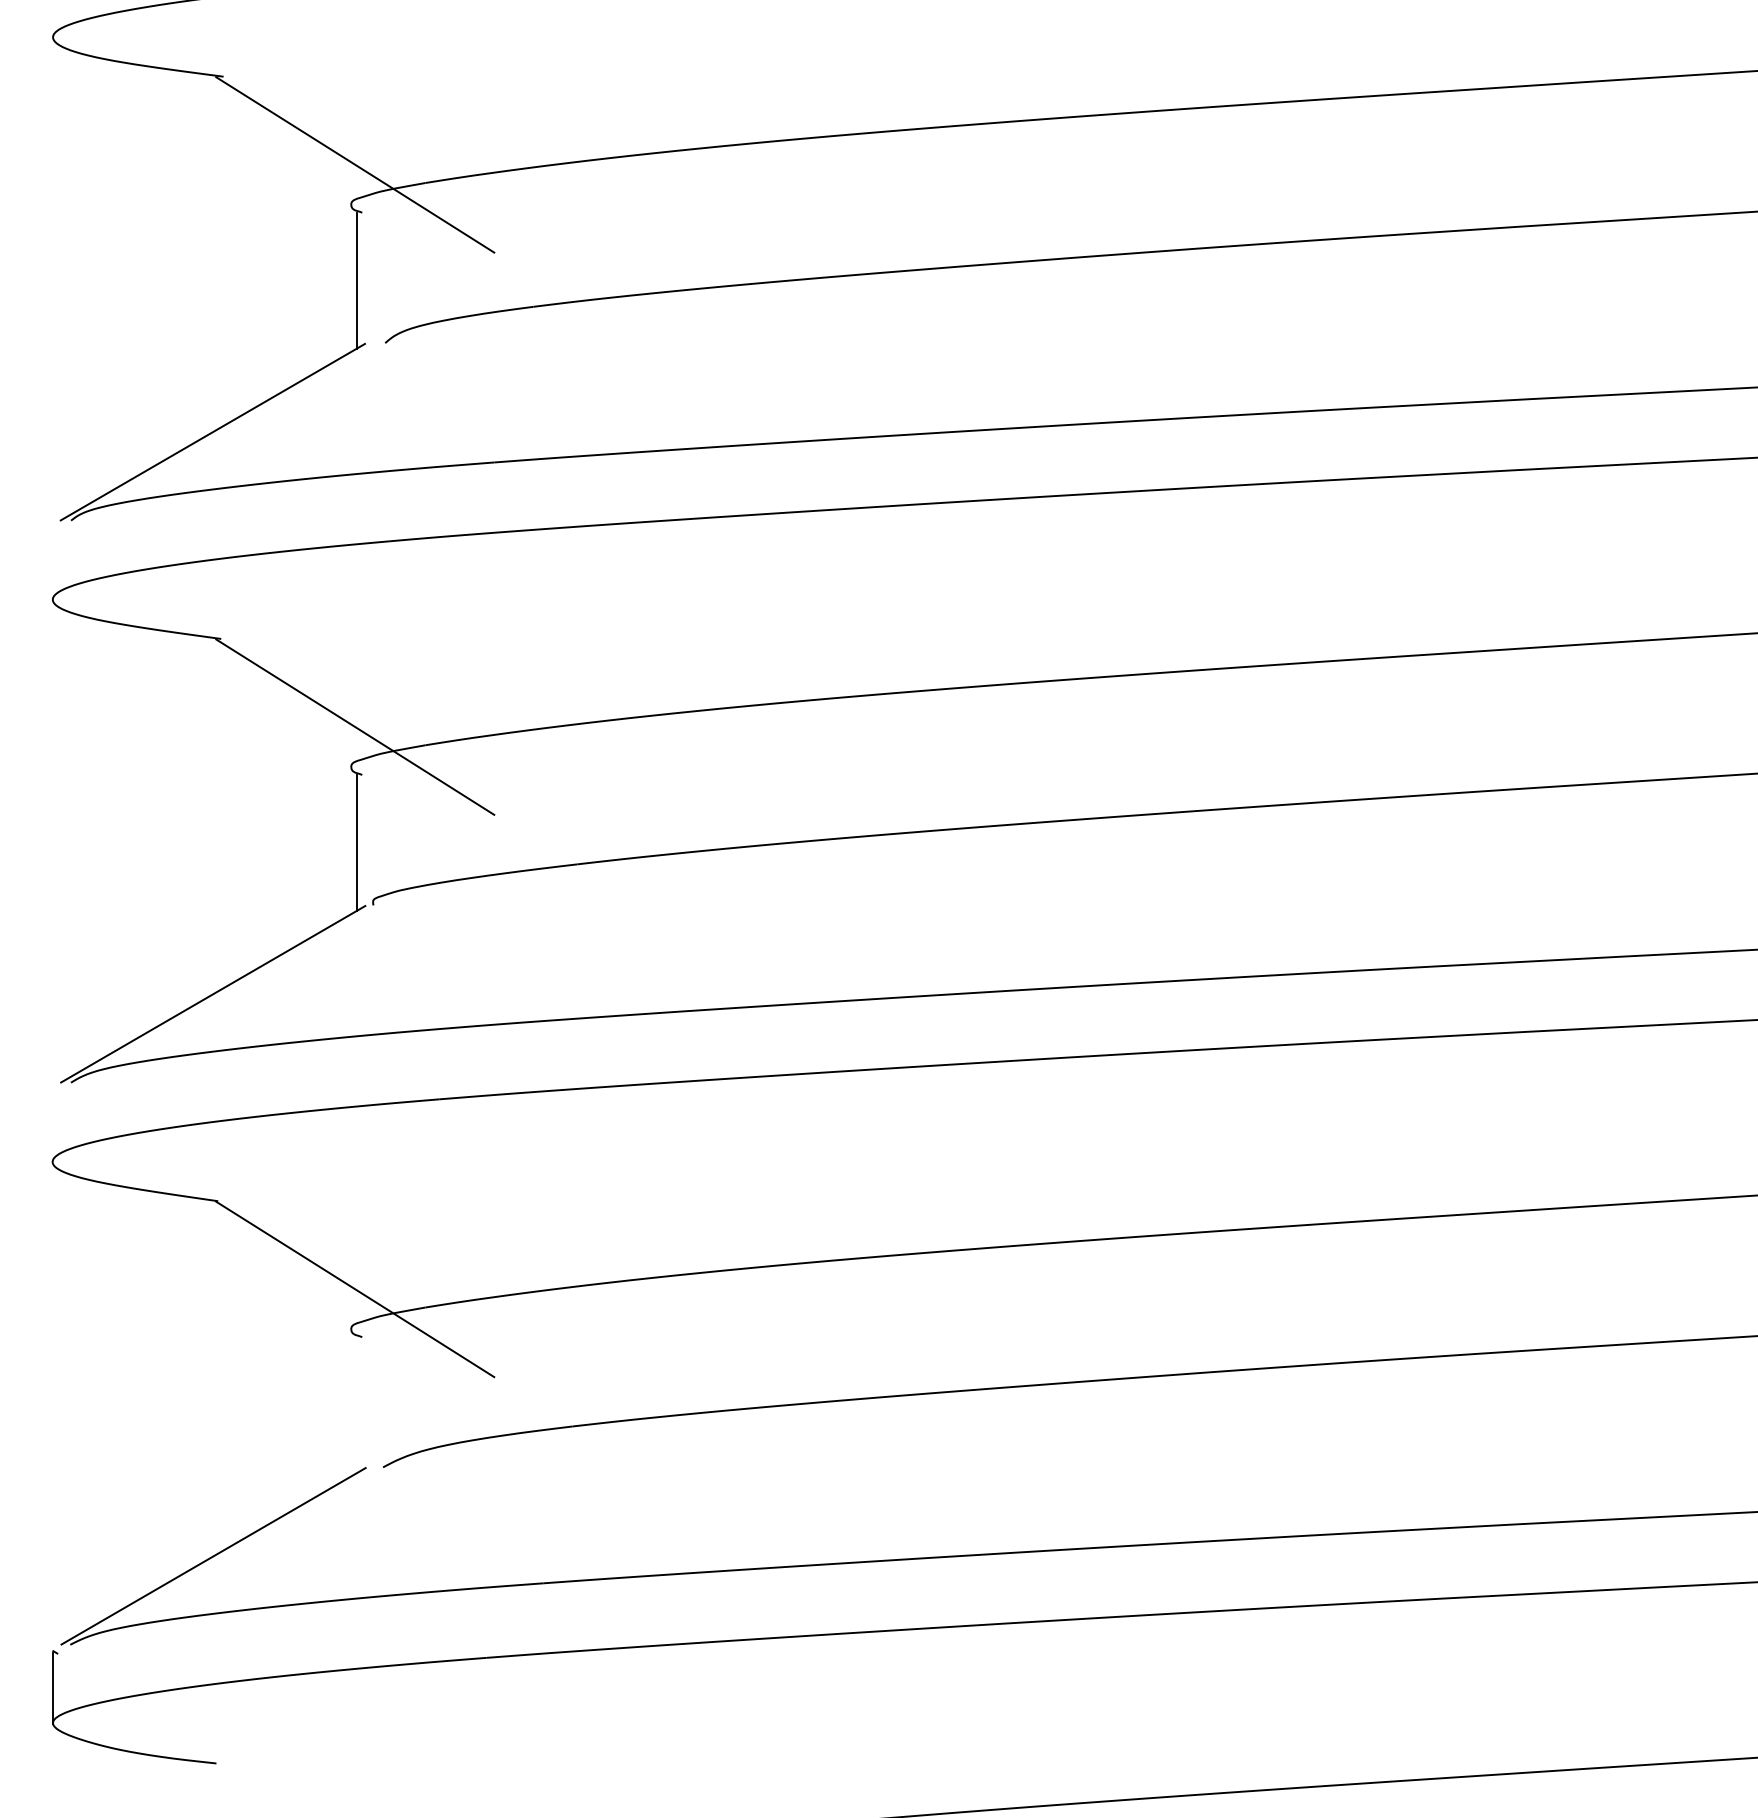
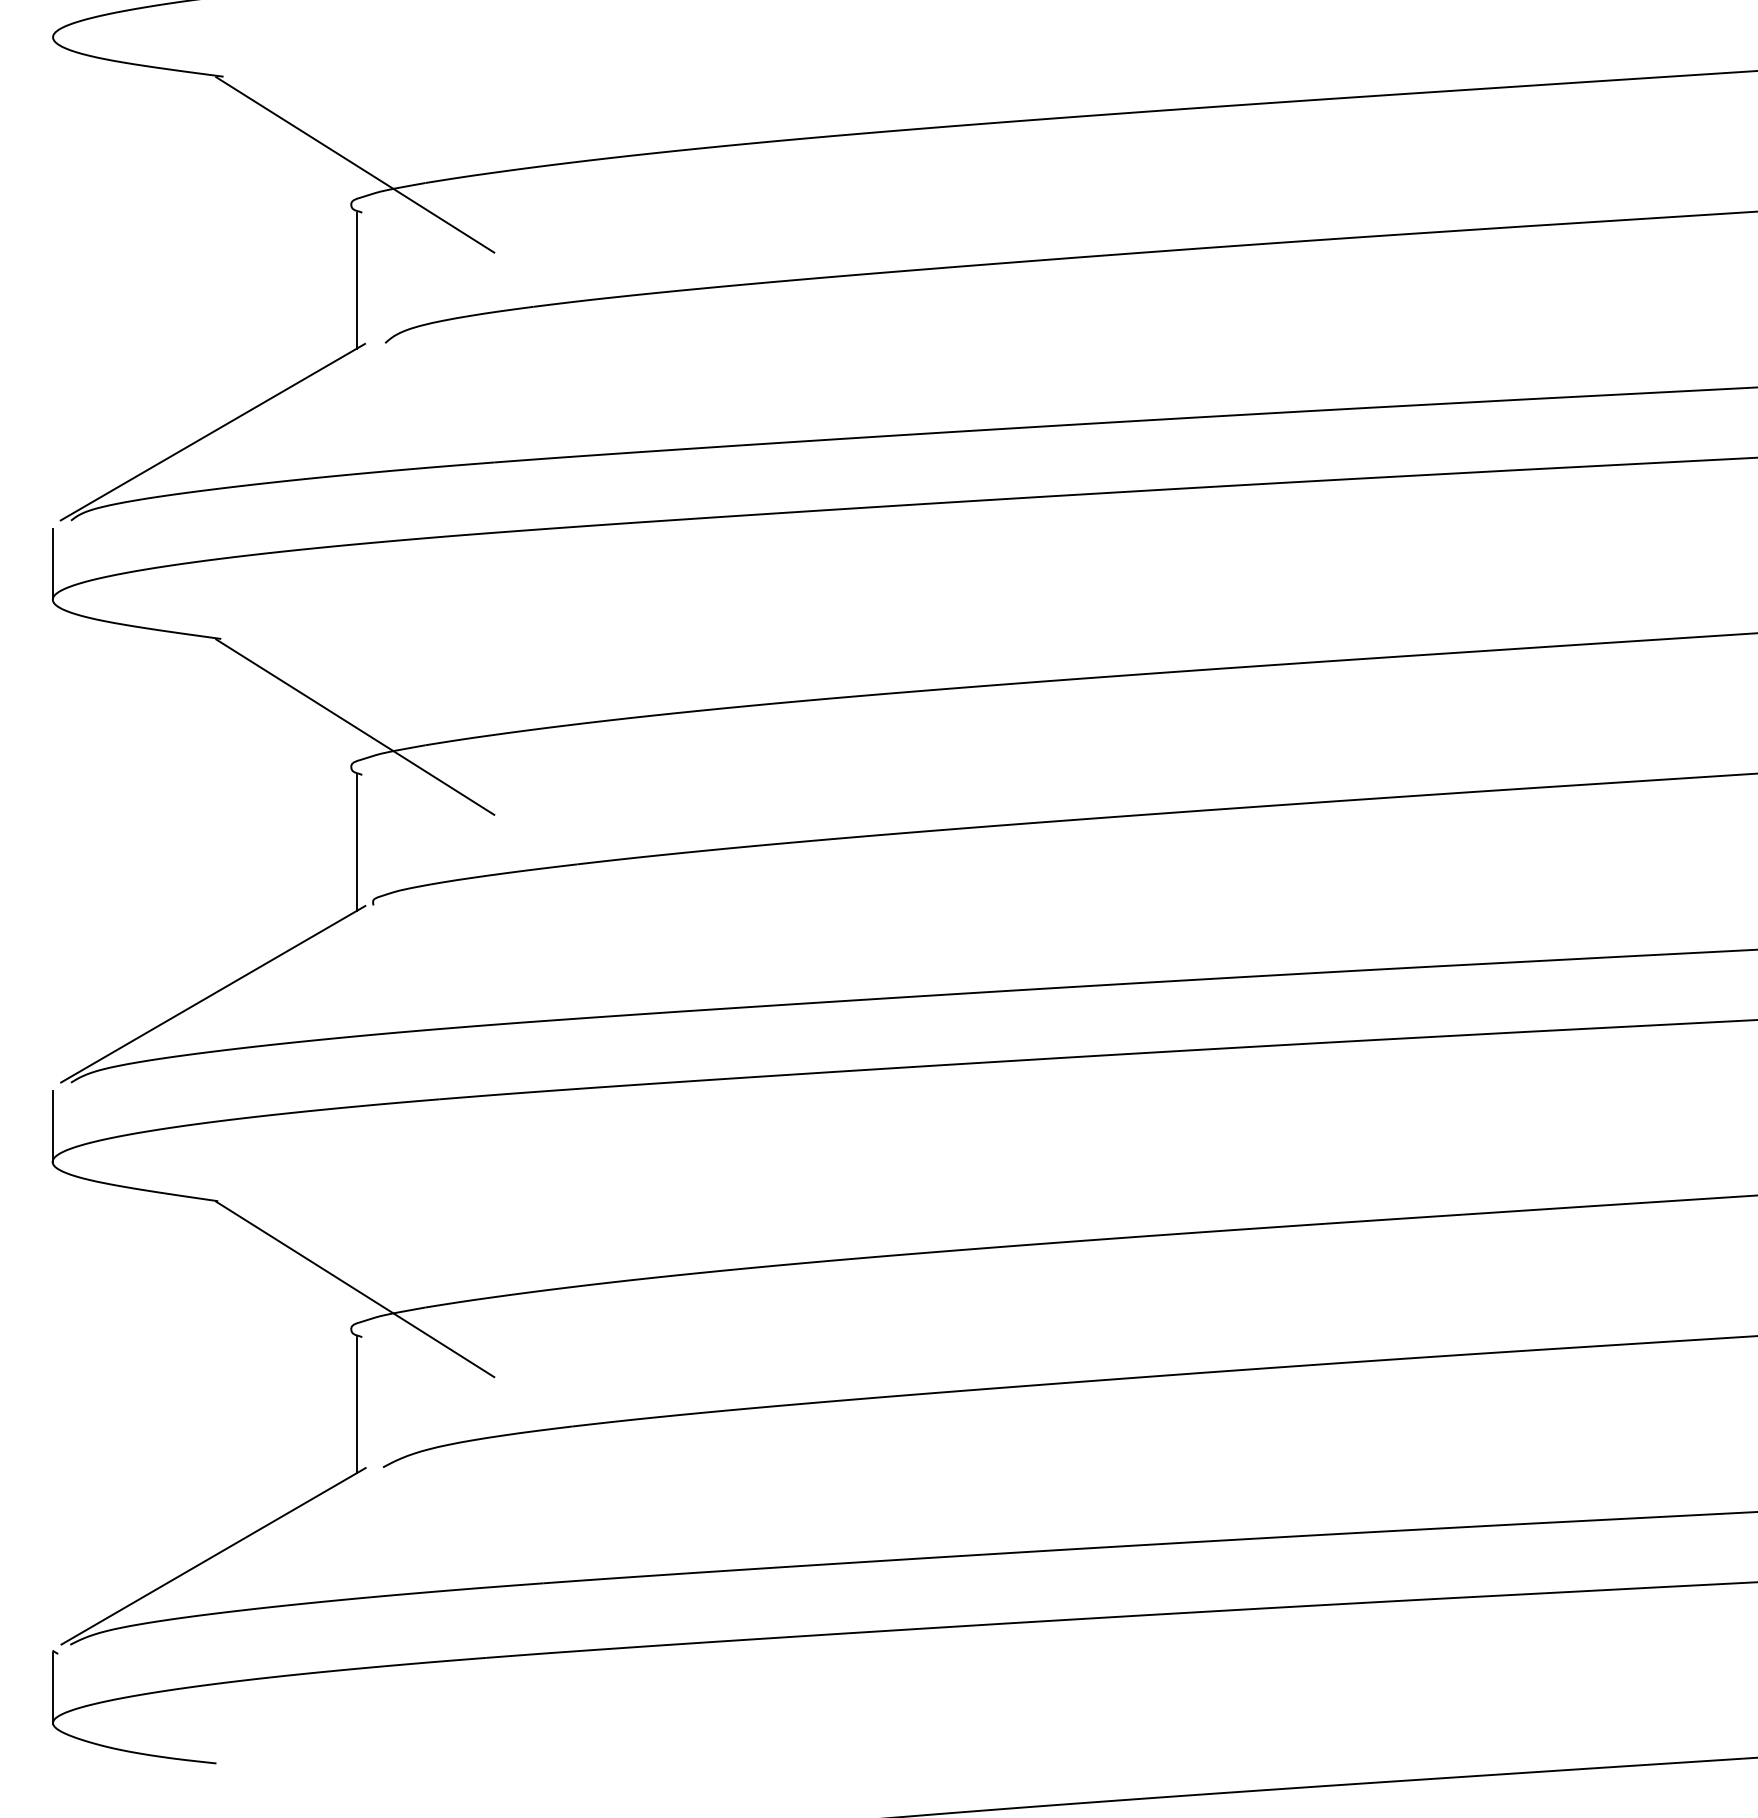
line at (52, 563): none -> present
line at (52, 1126): none -> present
line at (357, 1405): none -> present
